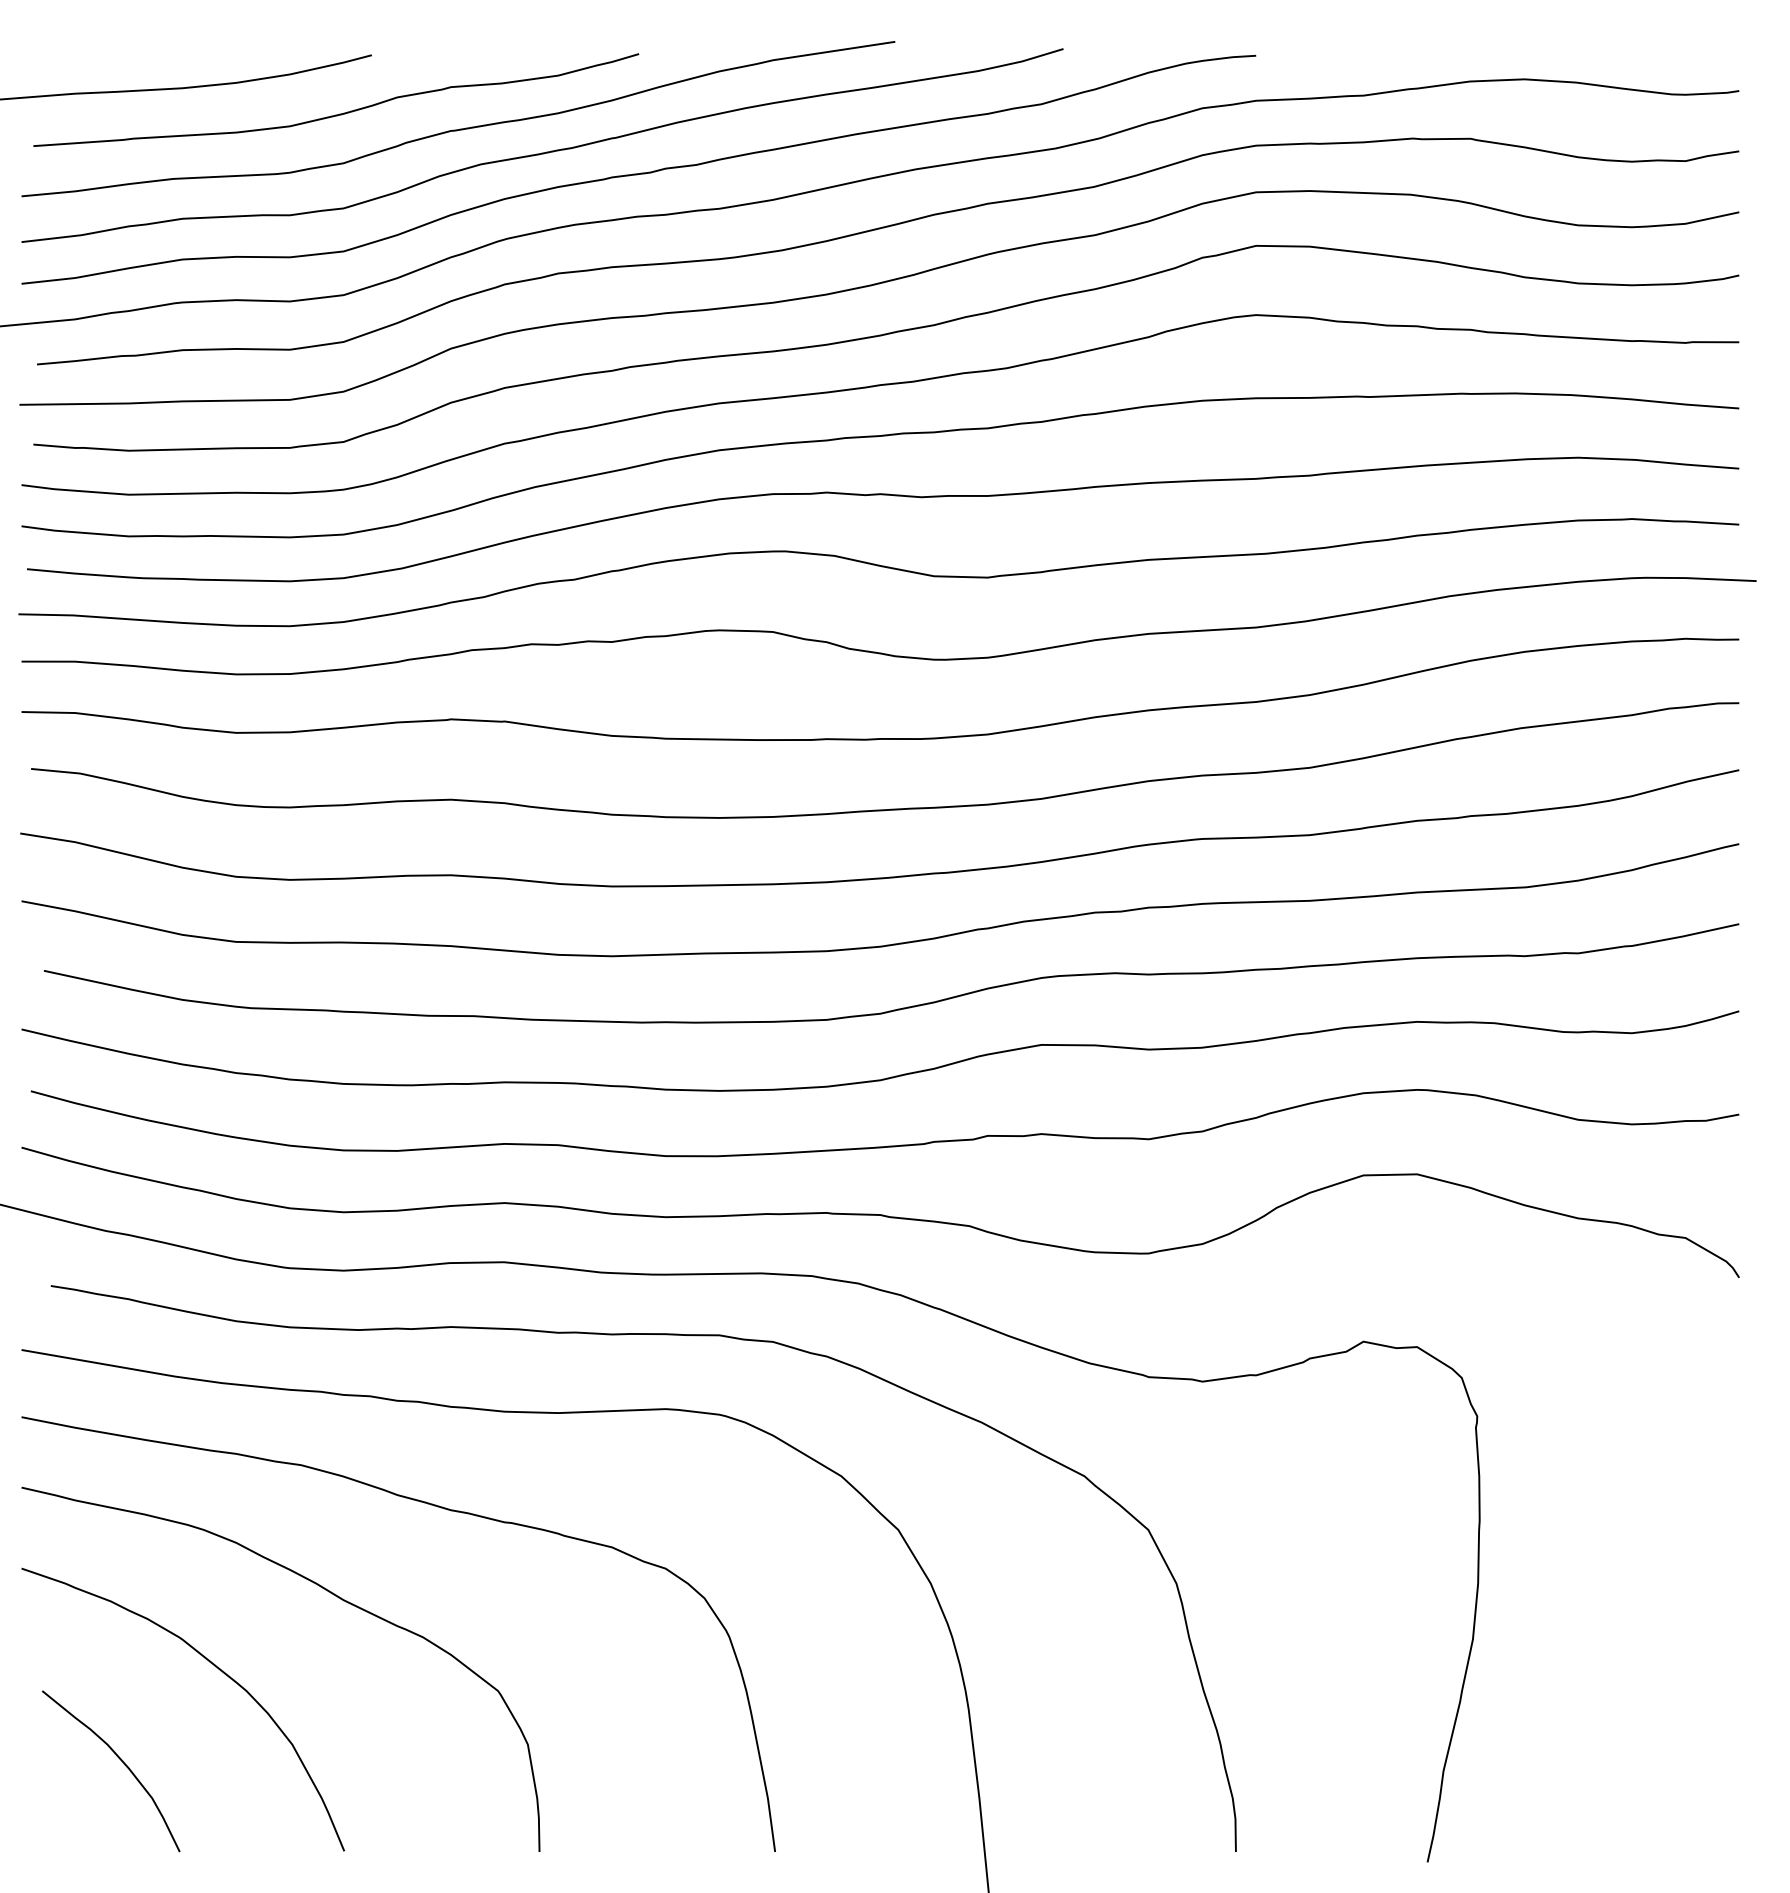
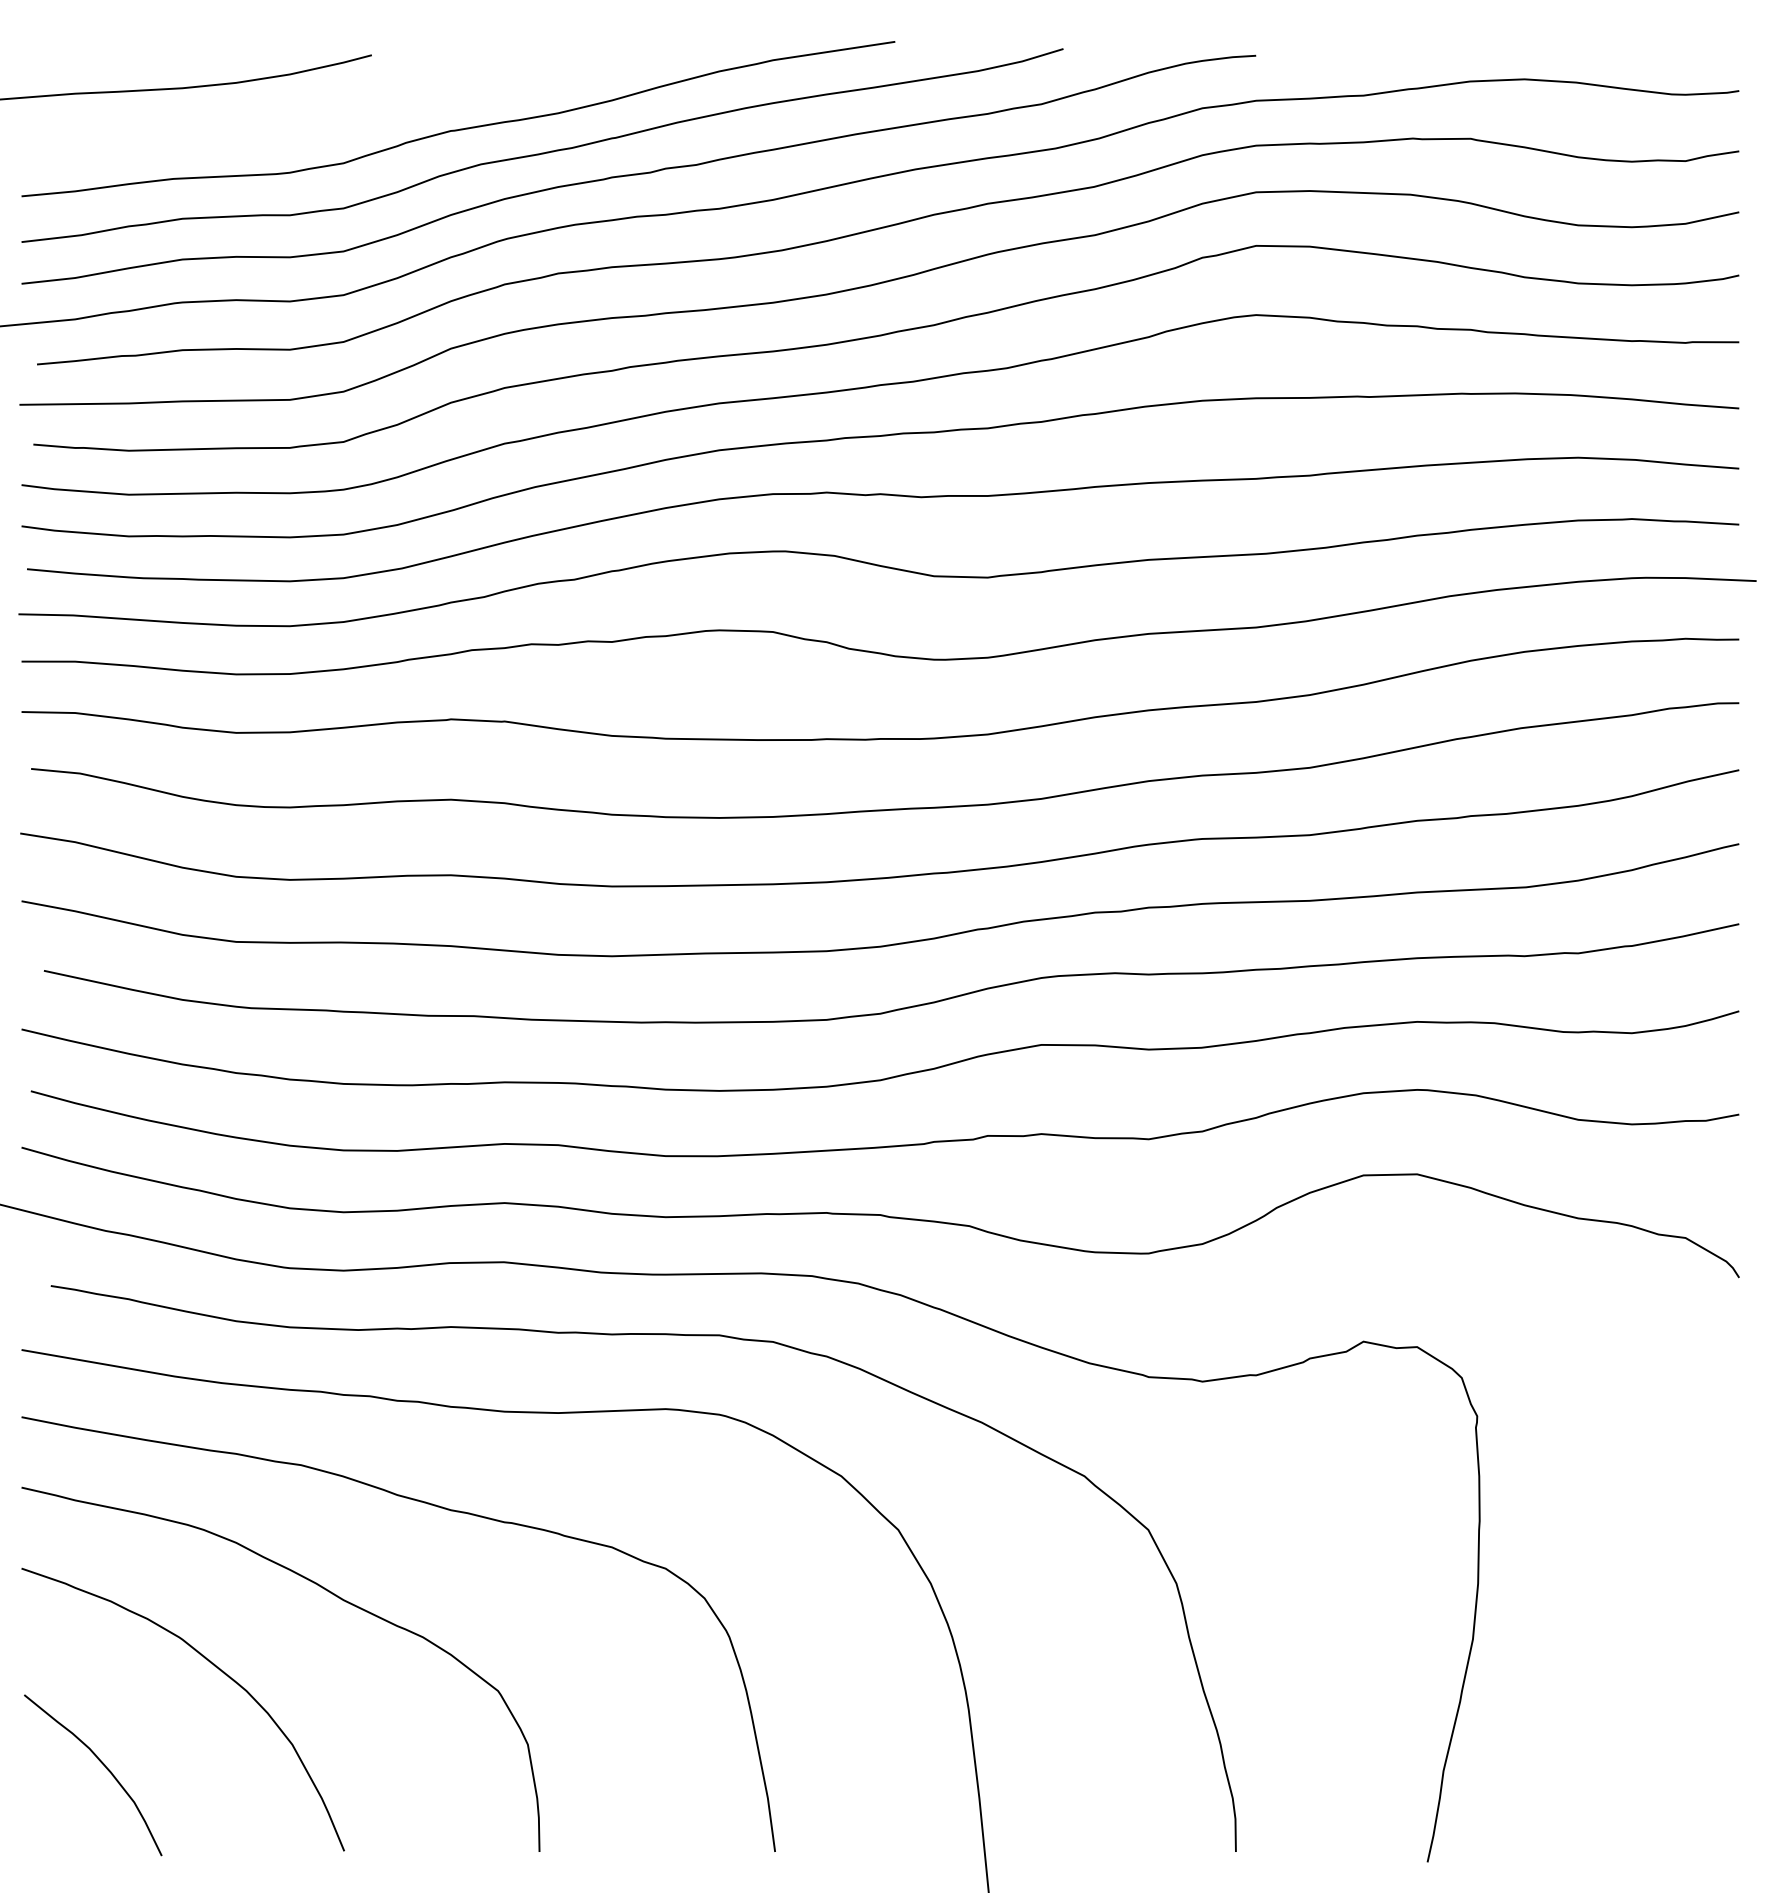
curve at (339, 113): present -> none
curve at (121, 1761) position: (121, 1761) -> (103, 1765)
